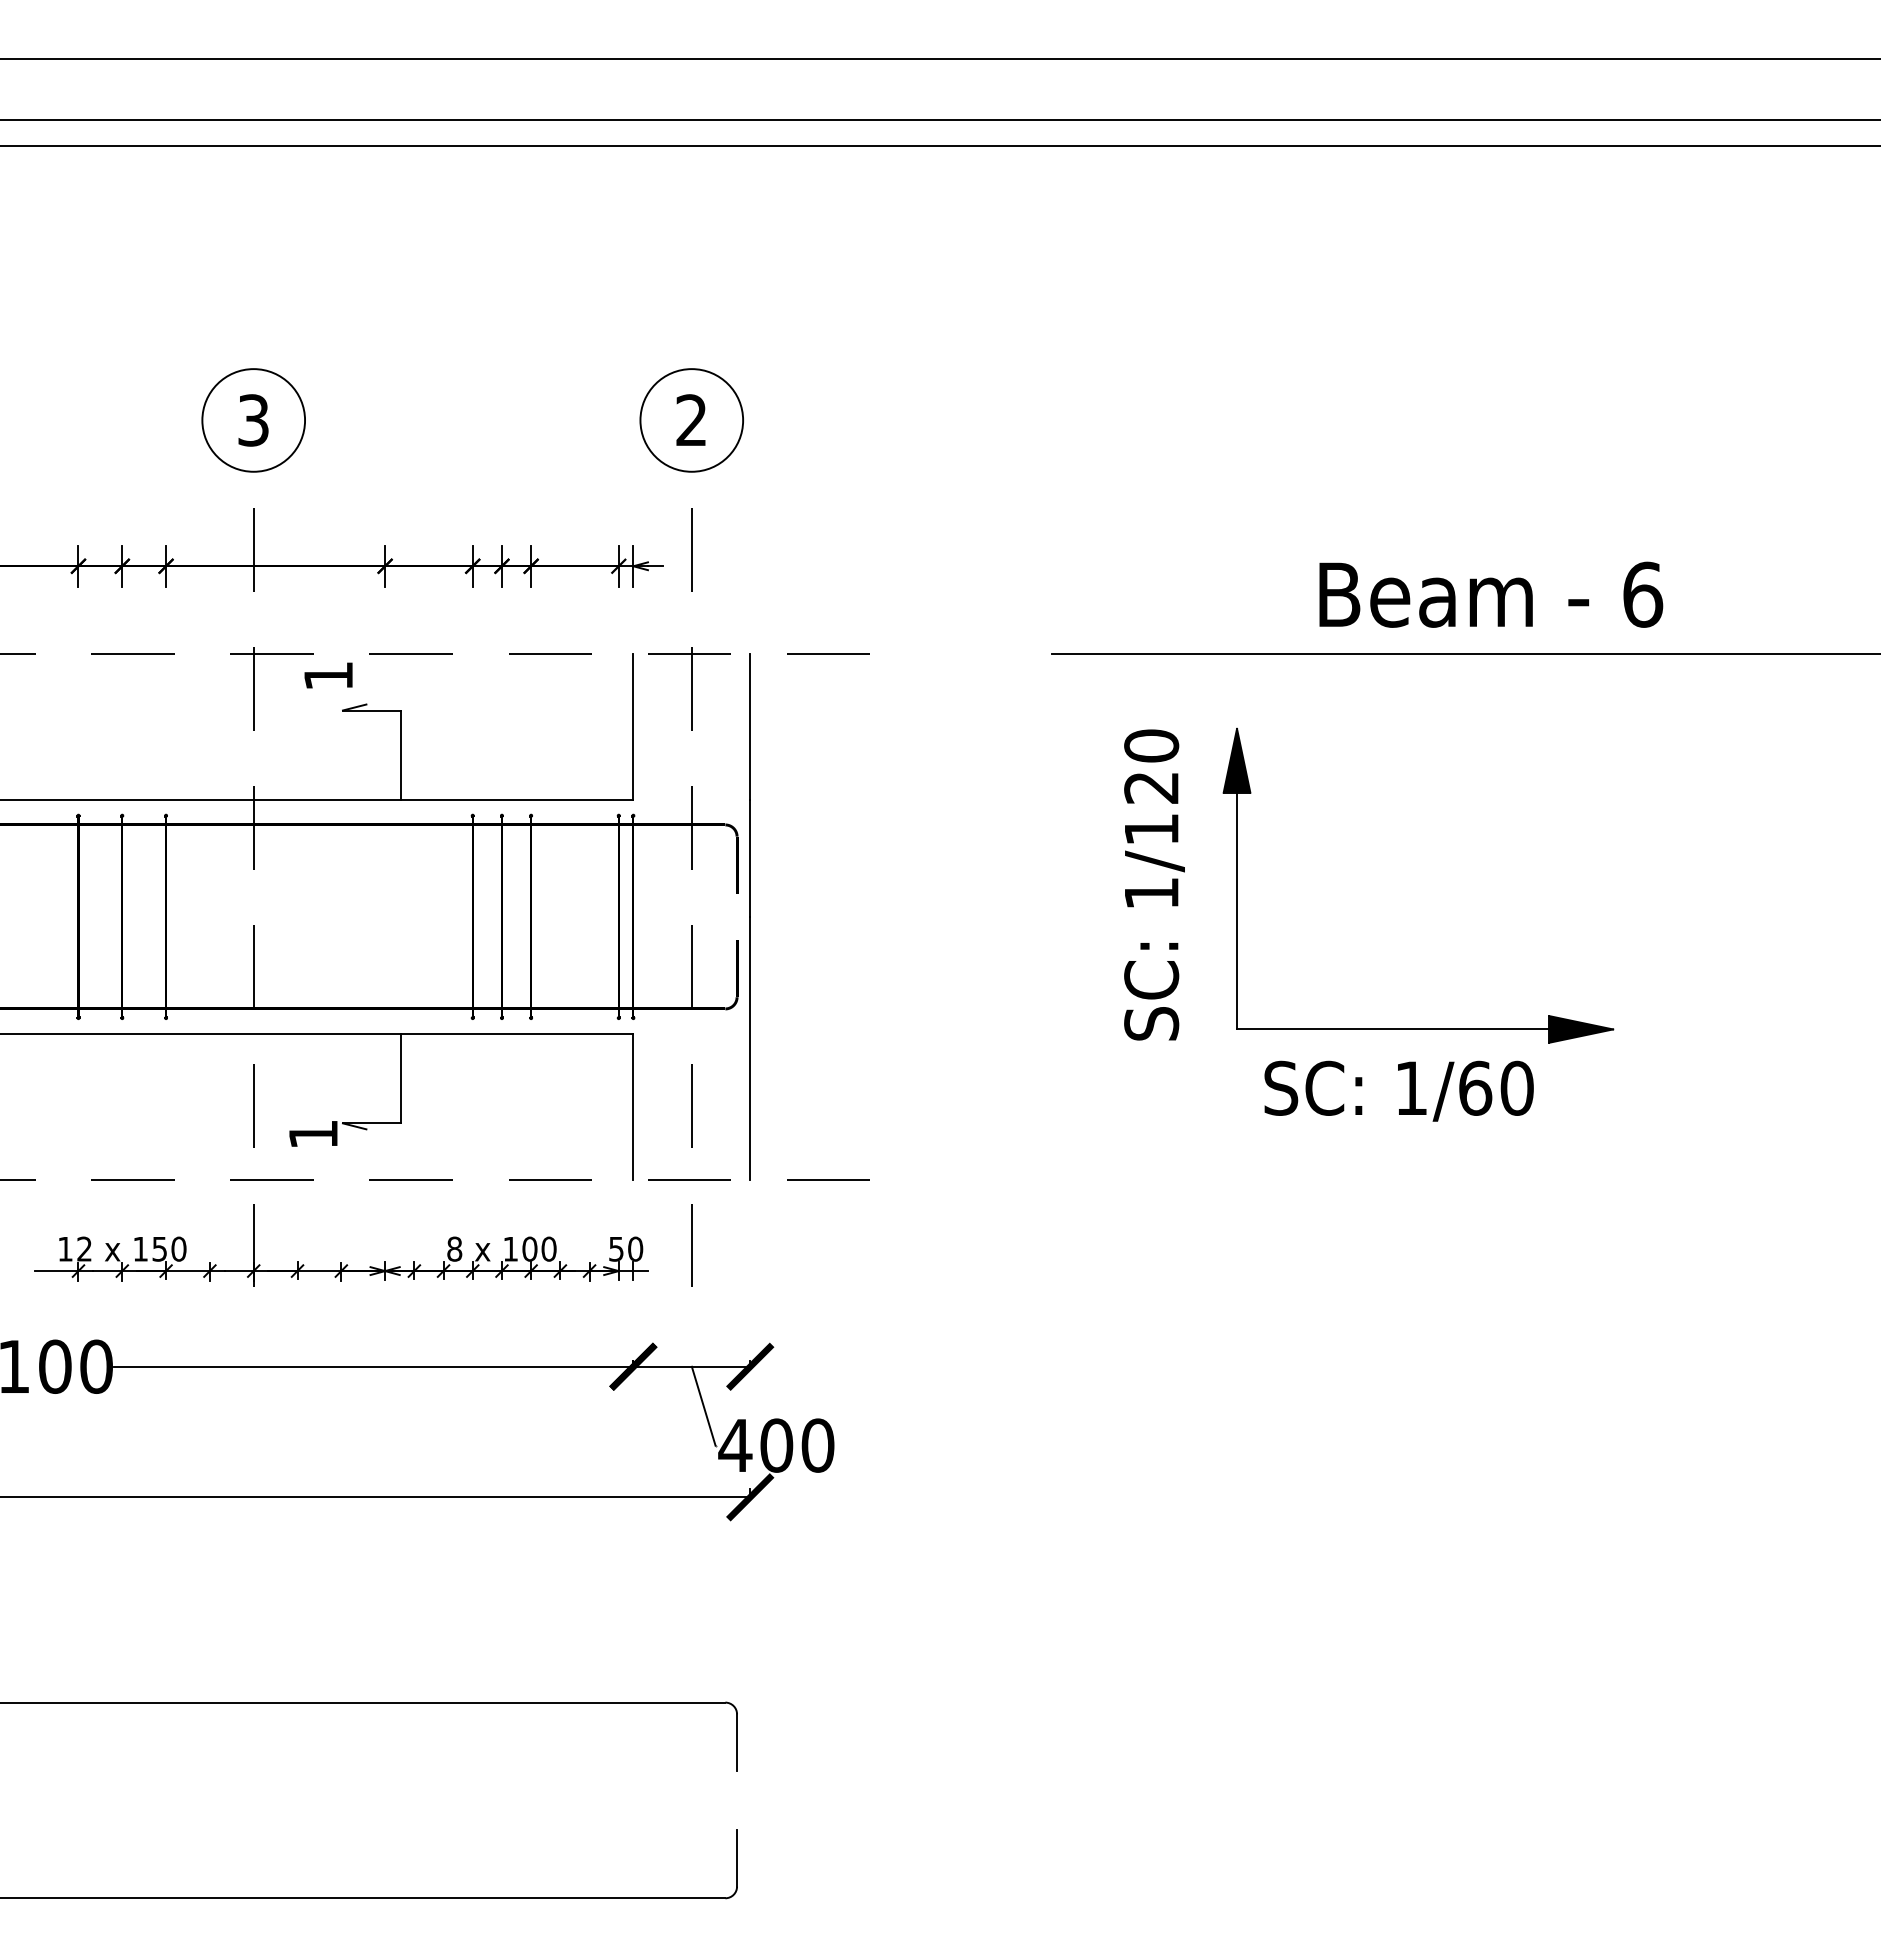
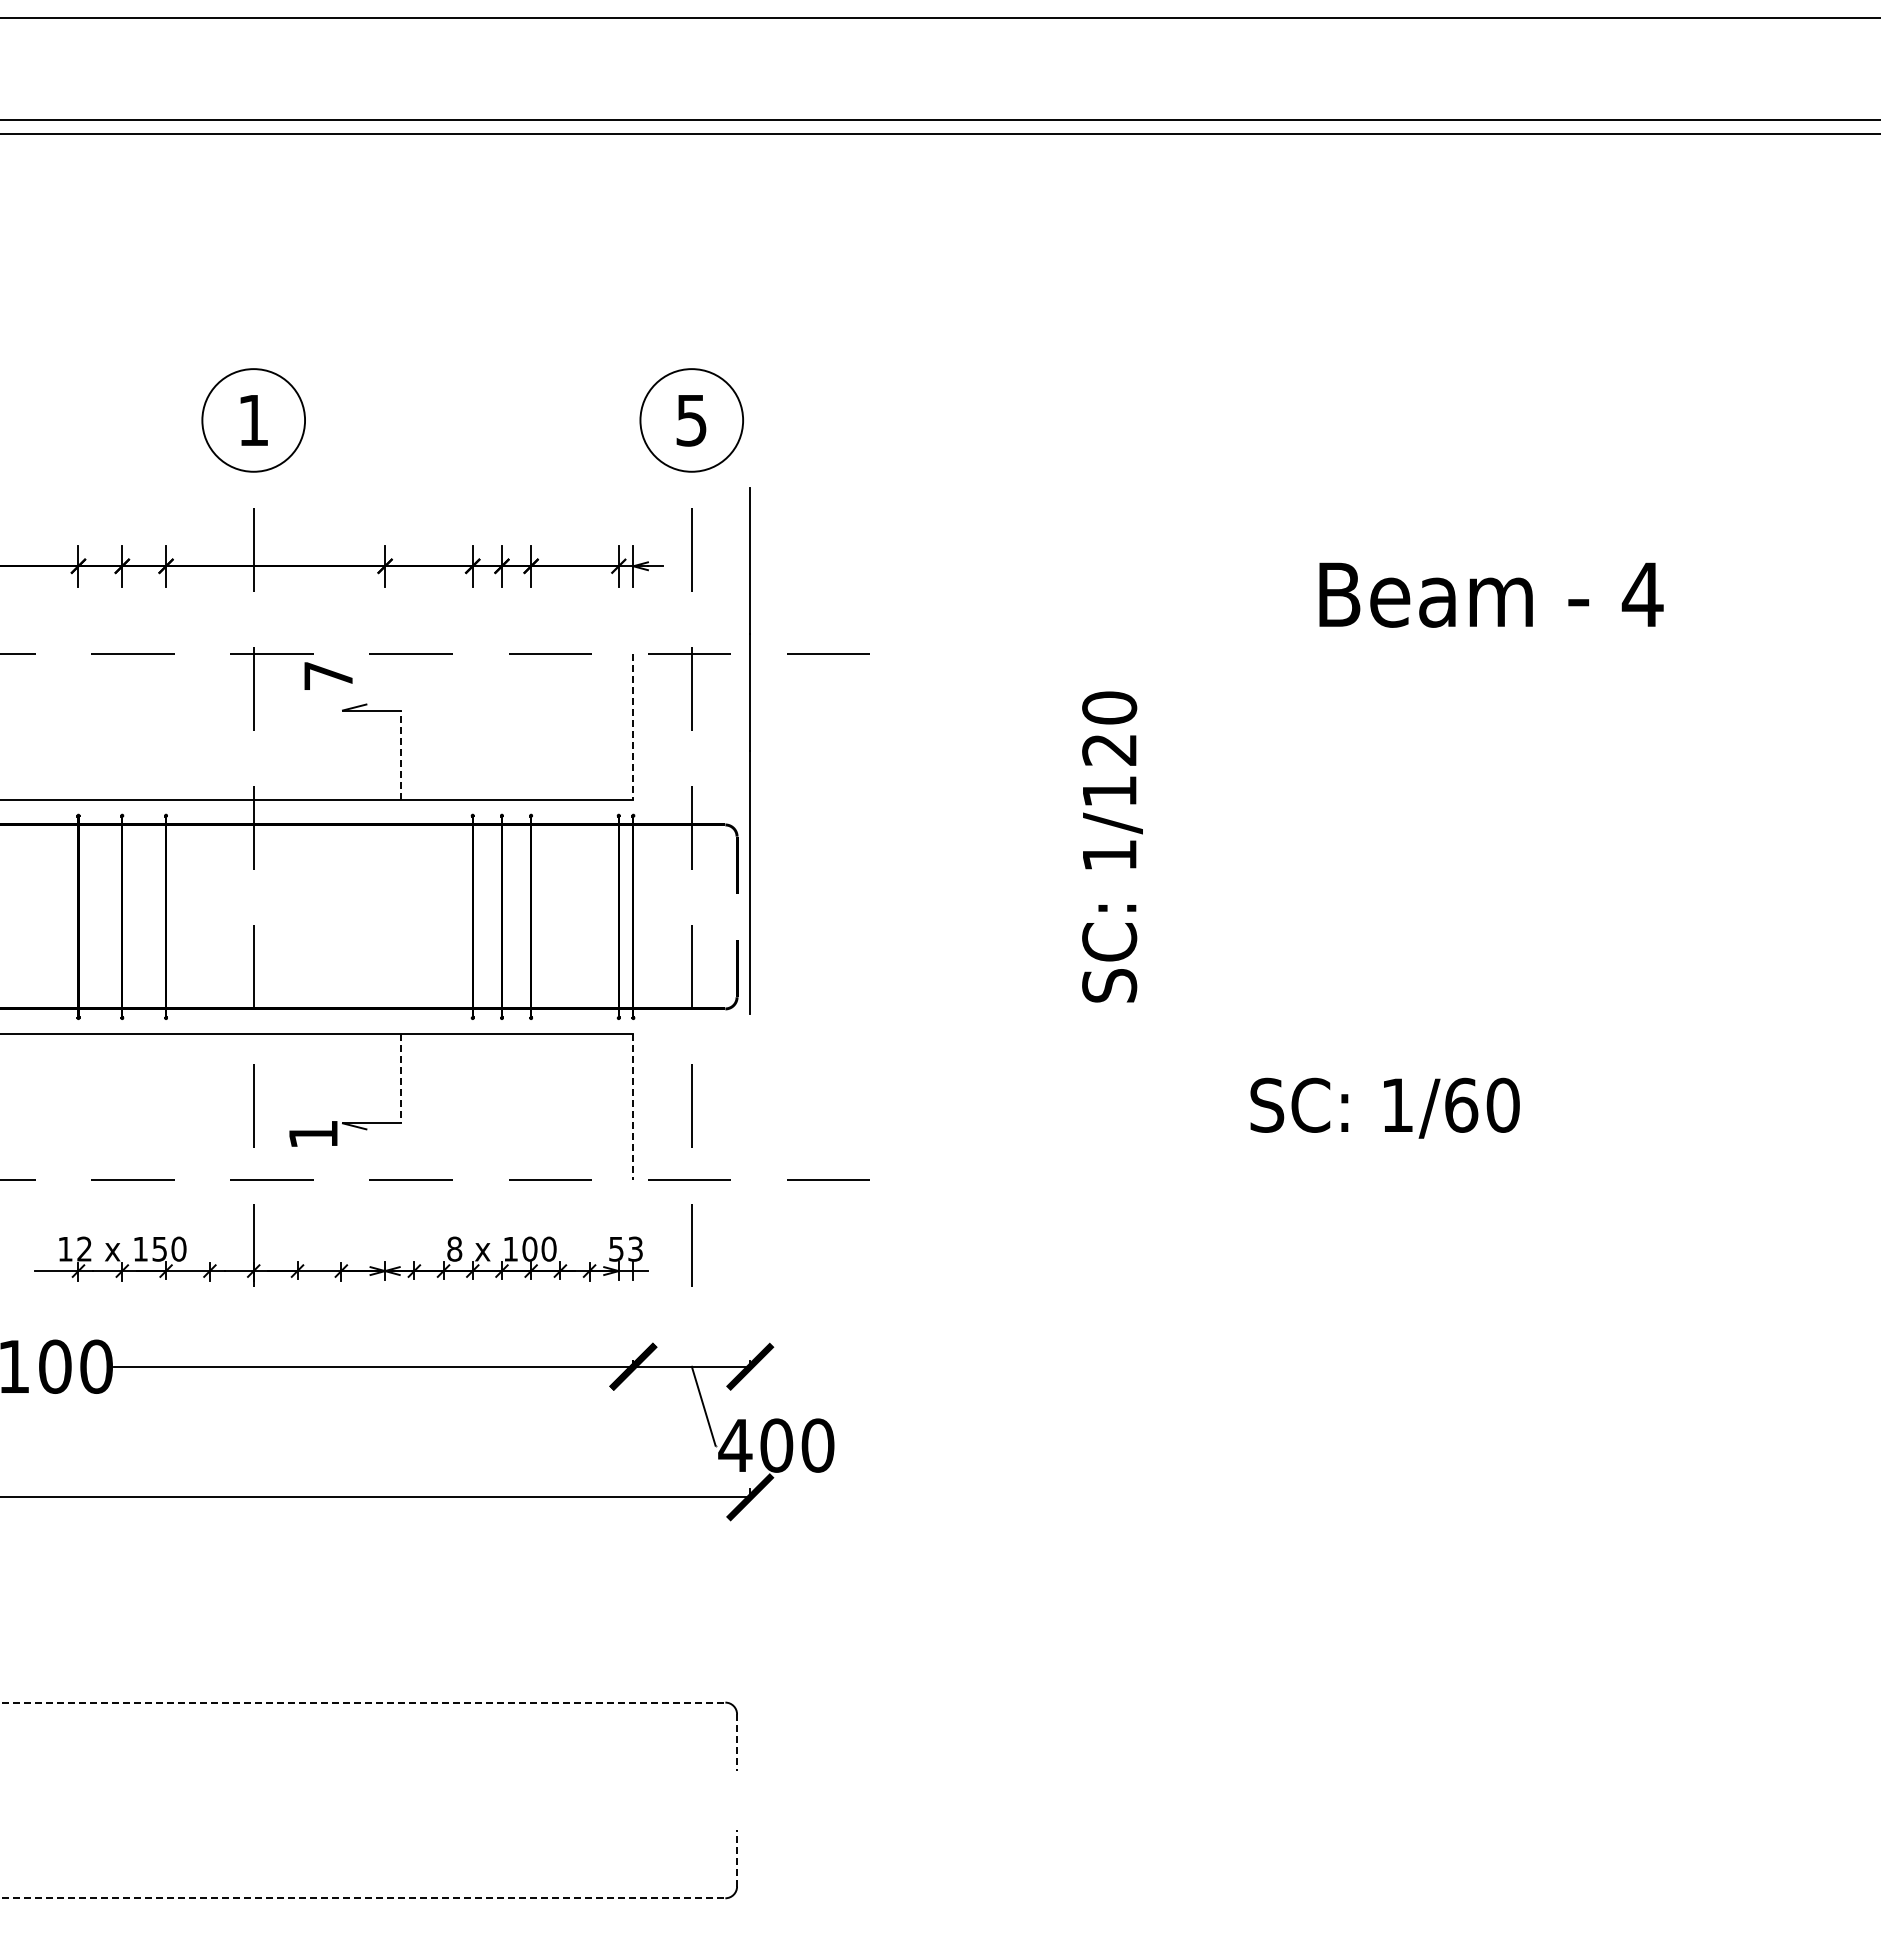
line at (939, 58) position: (939, 58) -> (939, 17)
line at (939, 146) position: (939, 146) -> (939, 134)
text at (253, 420): 3 -> 1
text at (691, 420): 2 -> 5
text at (1642, 594): 6 -> 4
line at (1464, 654): present -> none
text at (328, 675): 1 -> 7
line at (633, 727): solid -> dashed
line at (401, 755): solid -> dashed
text at (1154, 884) position: (1154, 884) -> (1112, 846)
line at (749, 916) position: (749, 916) -> (749, 750)
part at (1418, 1028): present -> none
line at (401, 1078): solid -> dashed
text at (1398, 1090) position: (1398, 1090) -> (1384, 1107)
line at (633, 1107): solid -> dashed
text at (635, 1248): 50 -> 53
line at (363, 1702): solid -> dashed
line at (737, 1743): solid -> dashed
line at (737, 1857): solid -> dashed
line at (363, 1898): solid -> dashed
